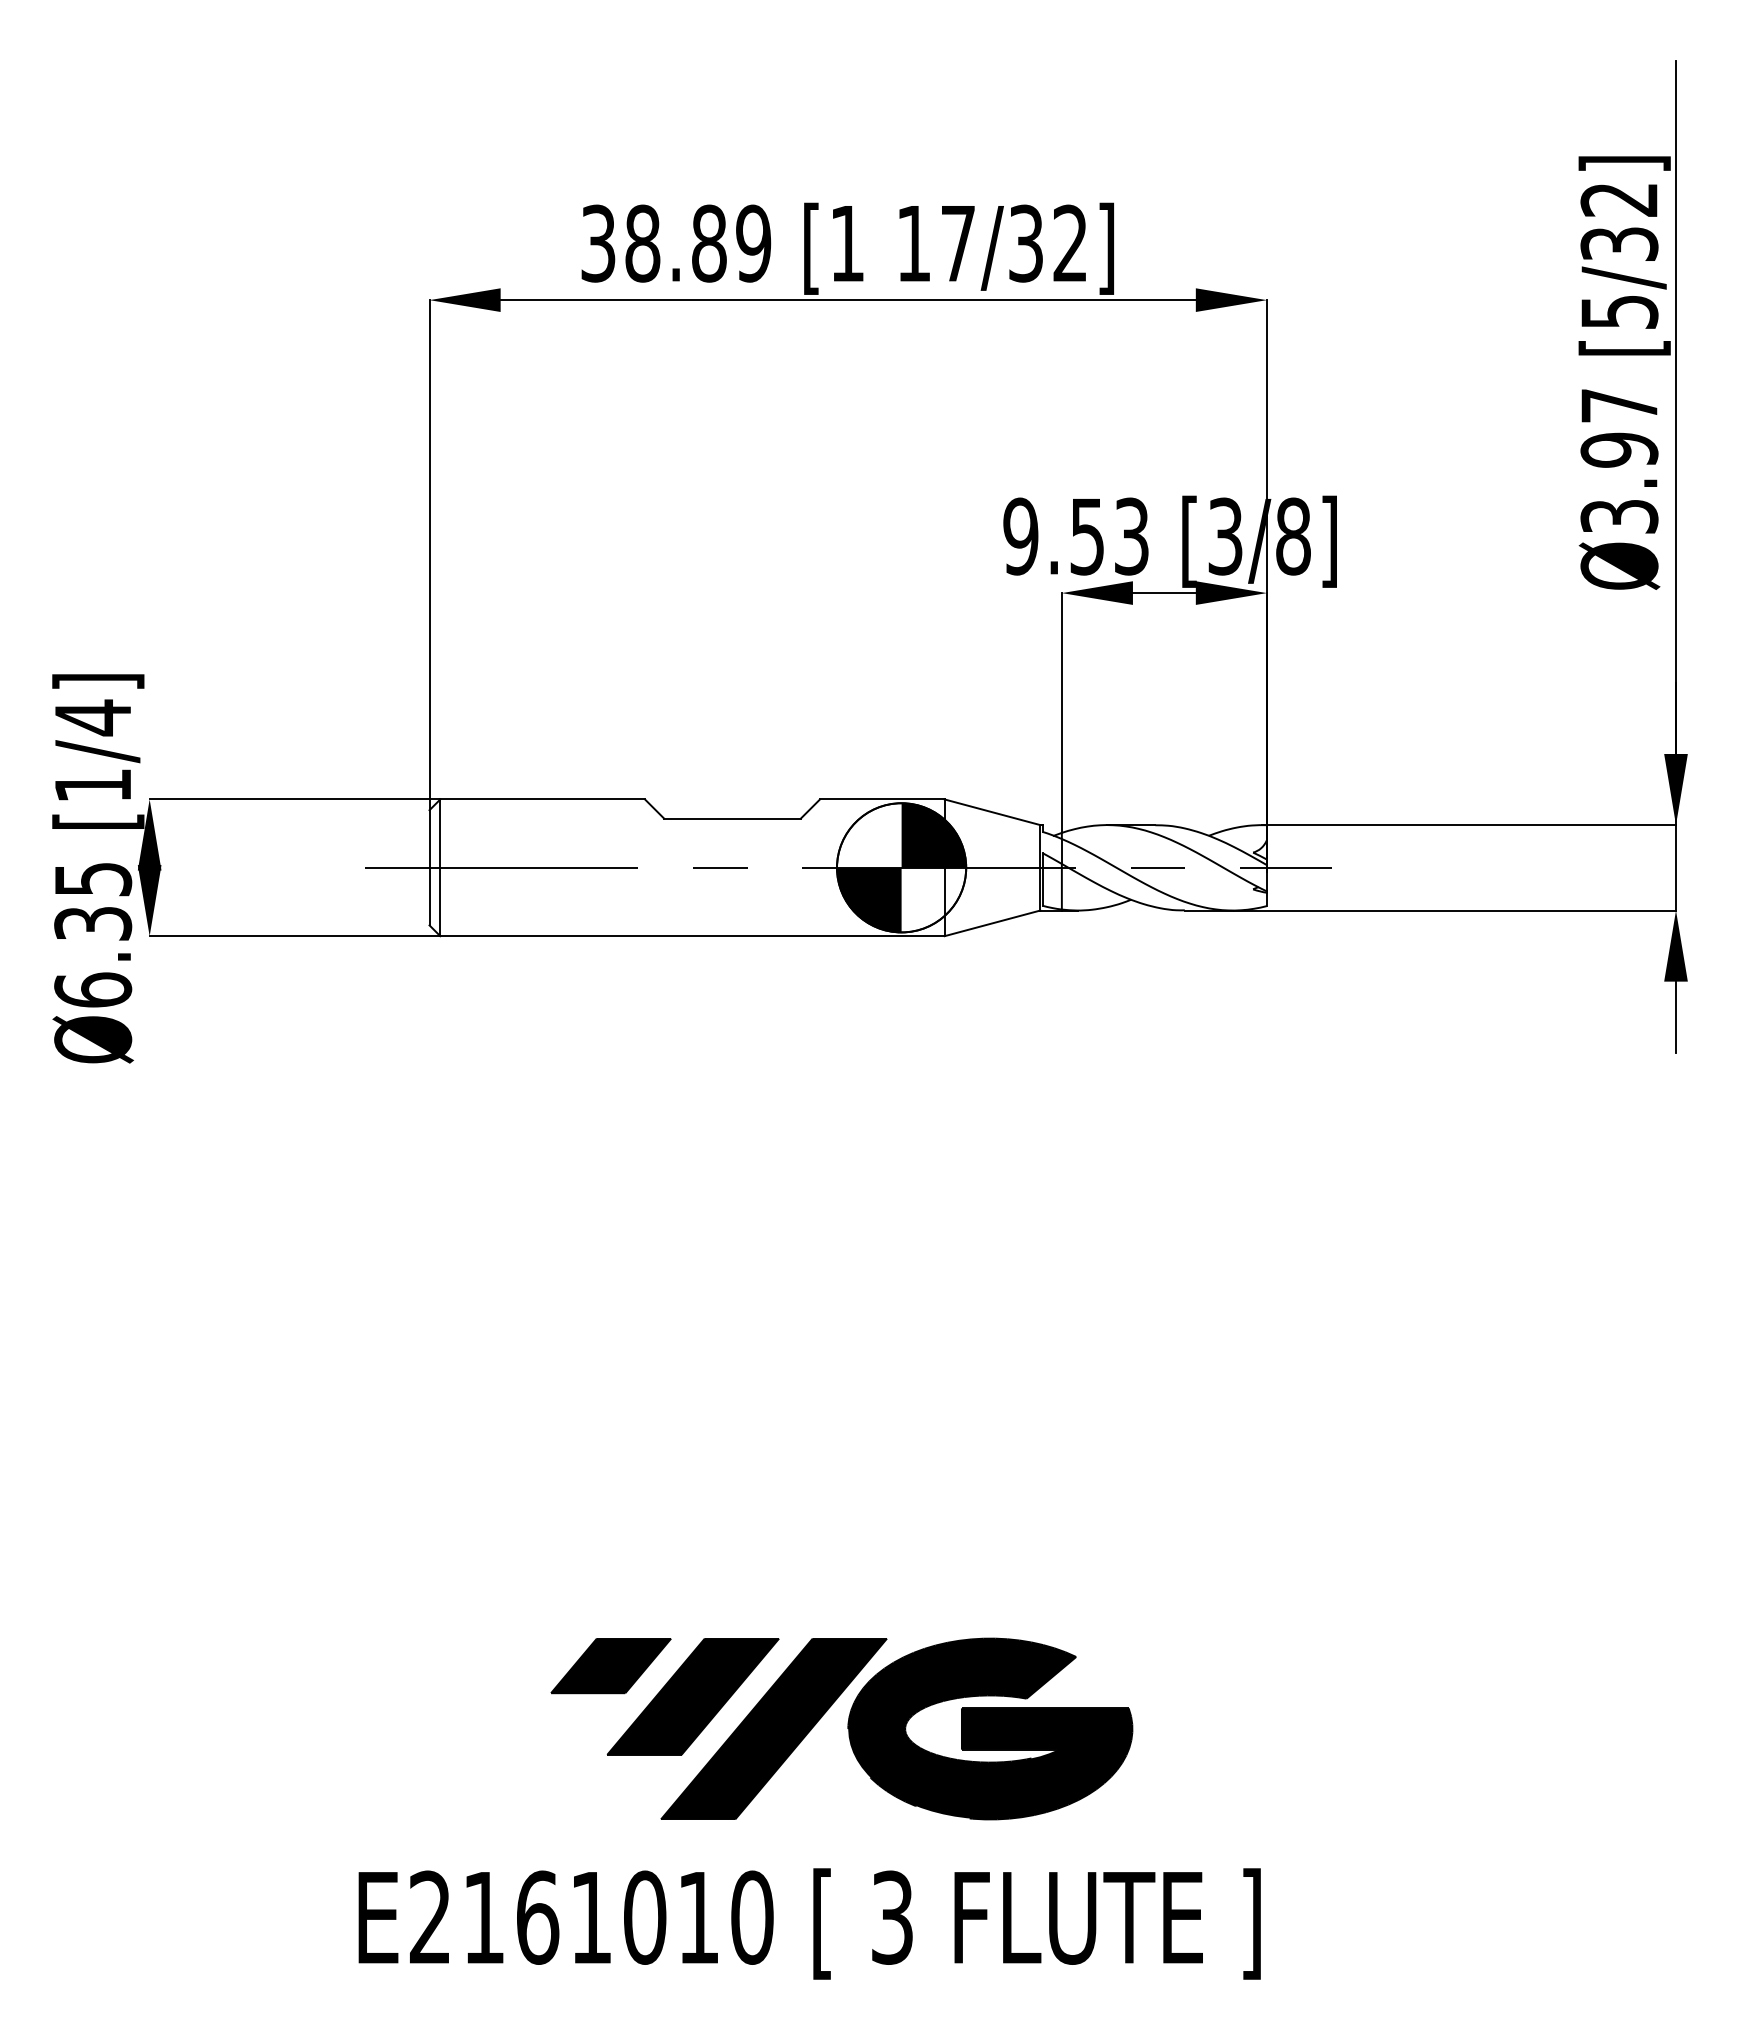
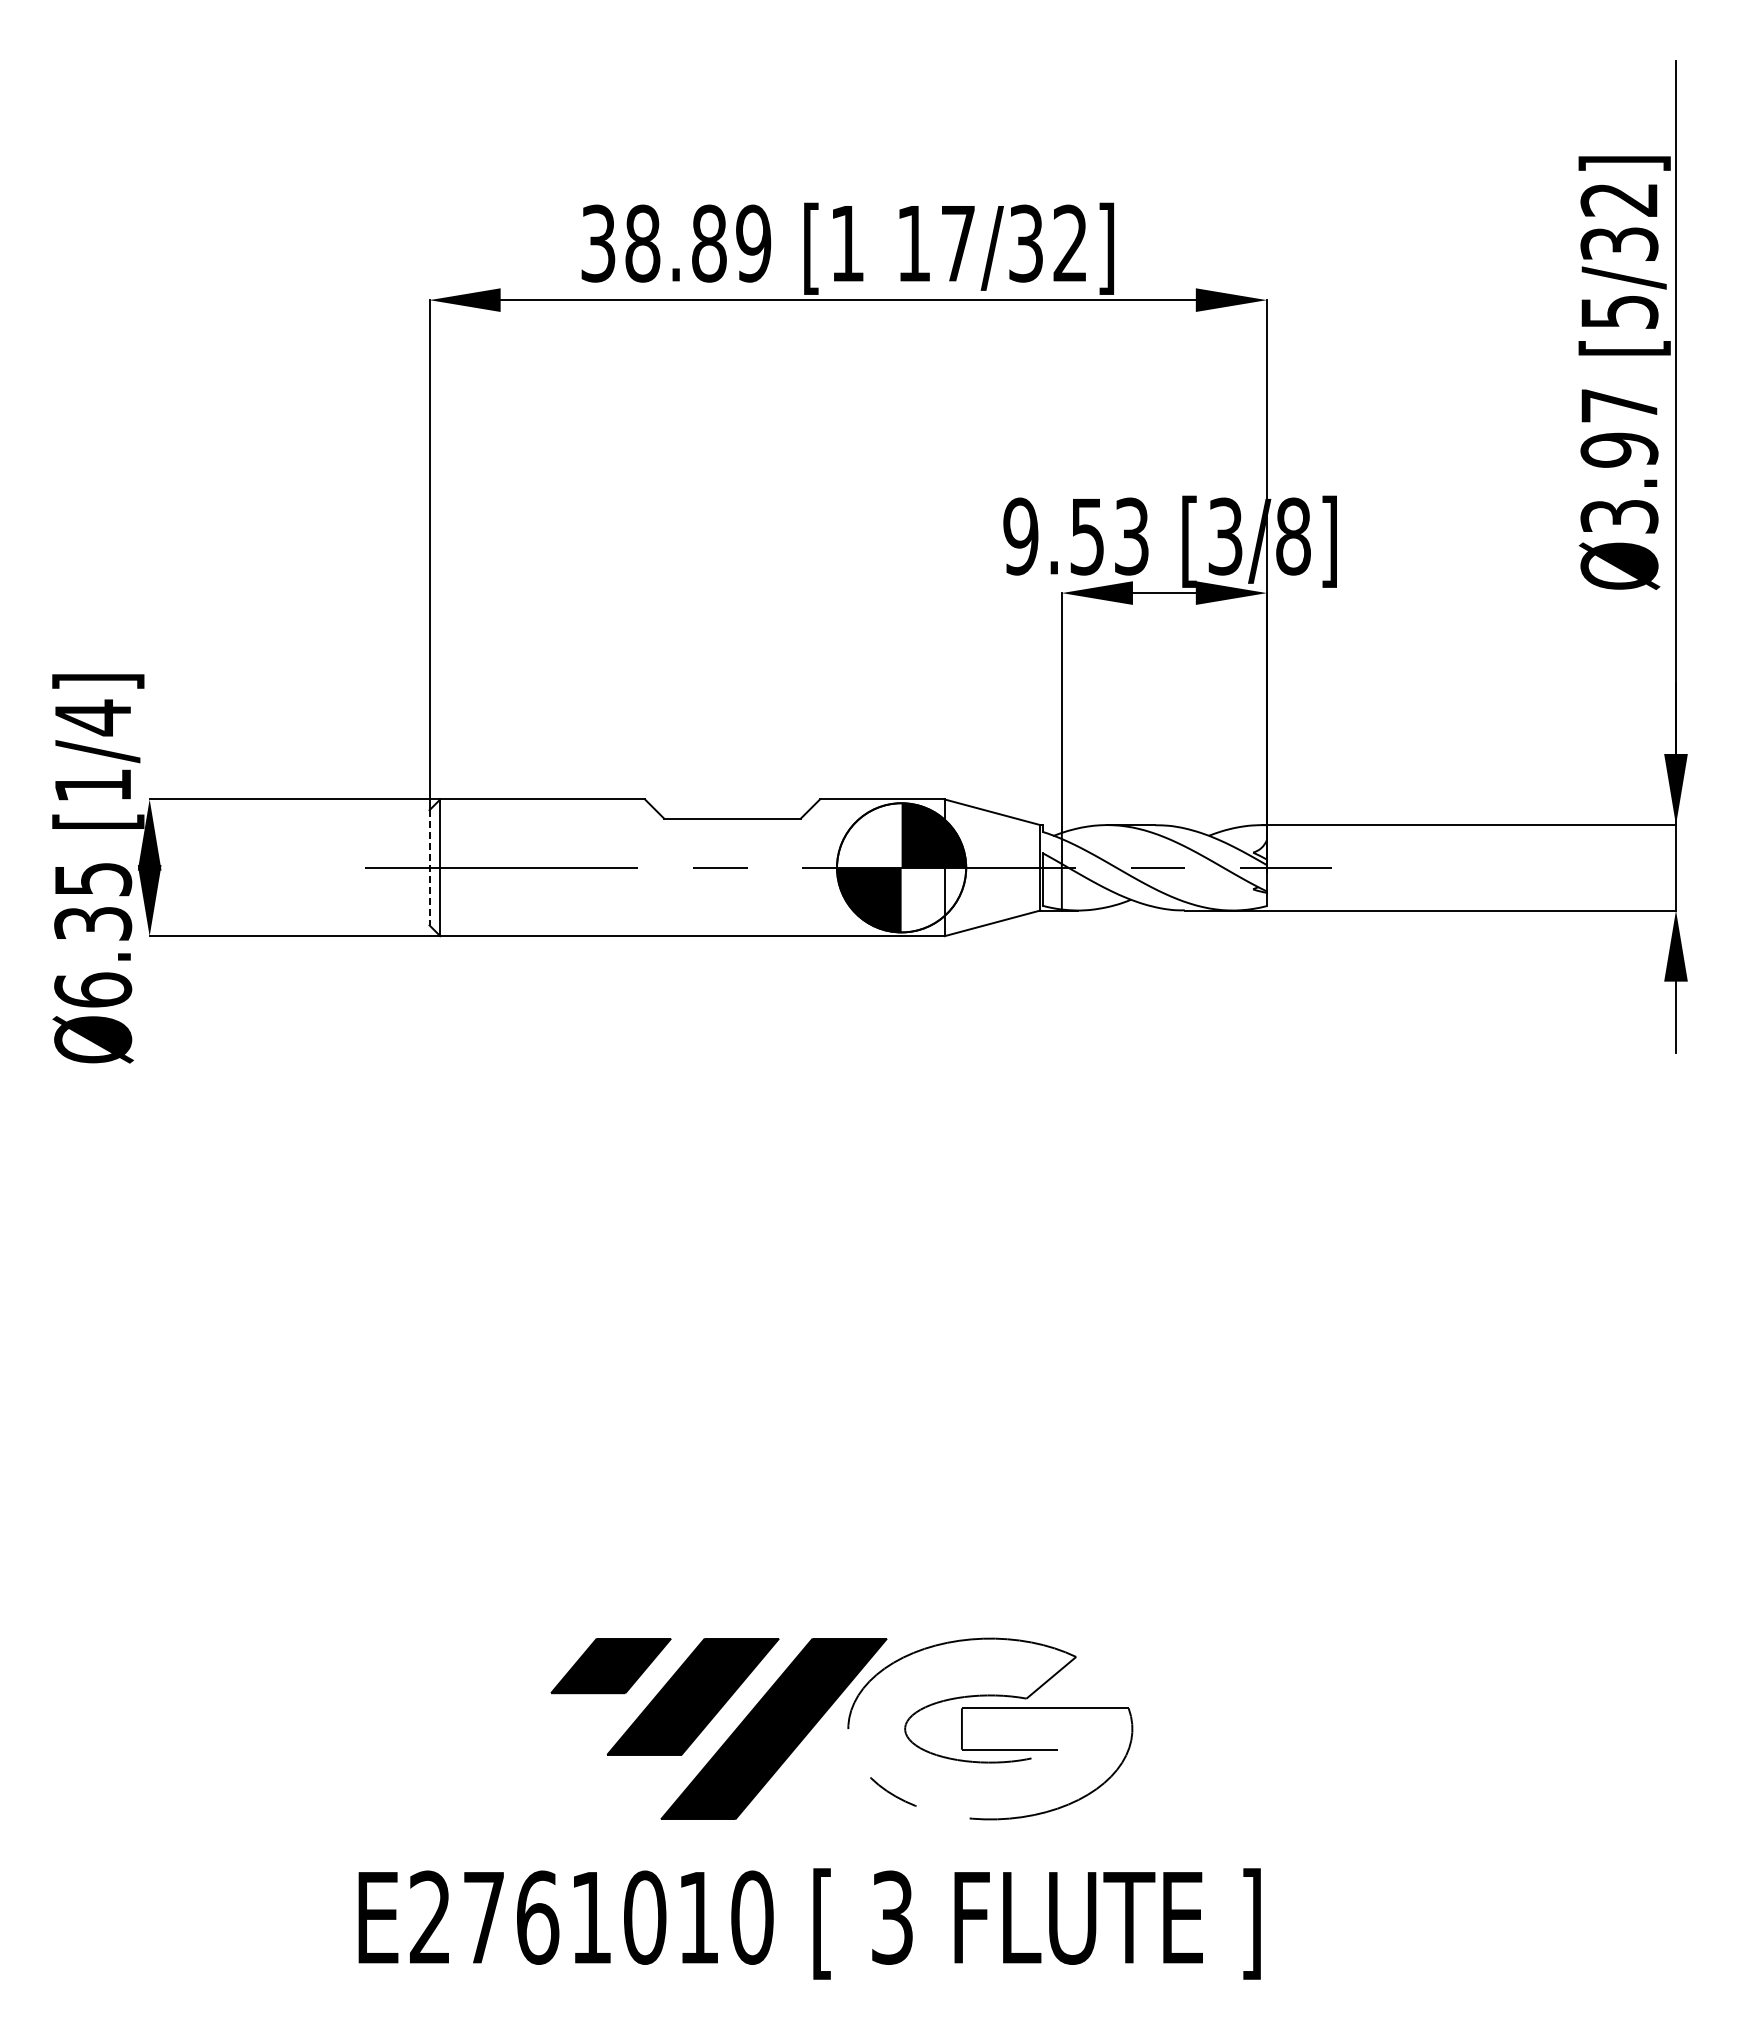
line at (429, 867): solid -> dashed
fill at (990, 1728): present -> none
text at (483, 1917): E2161010 -> E2761010
